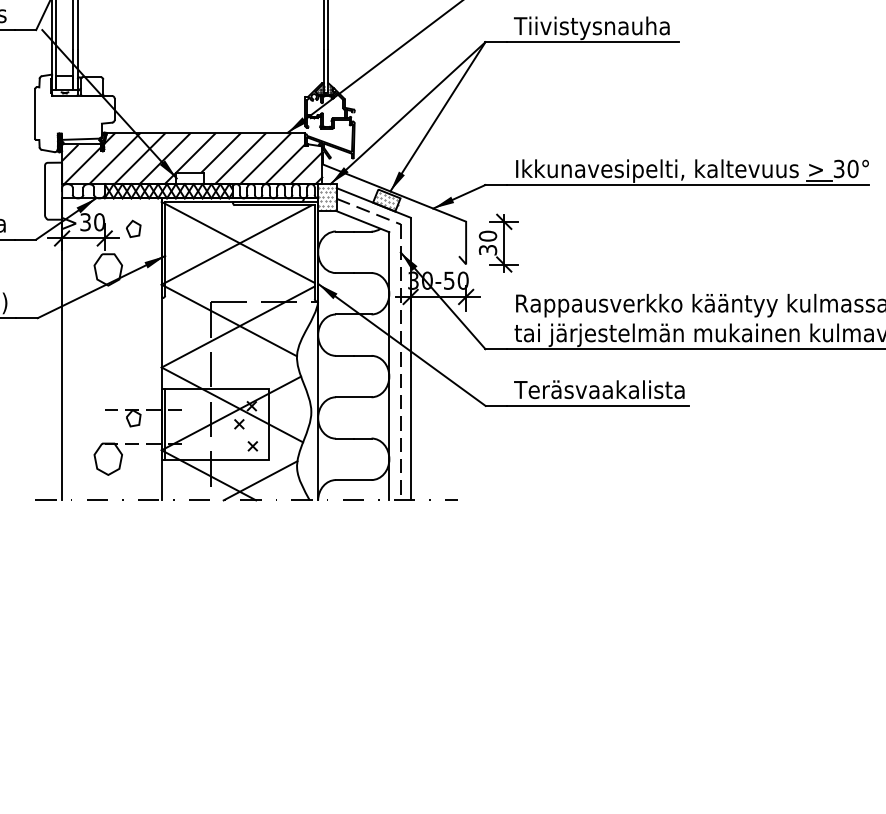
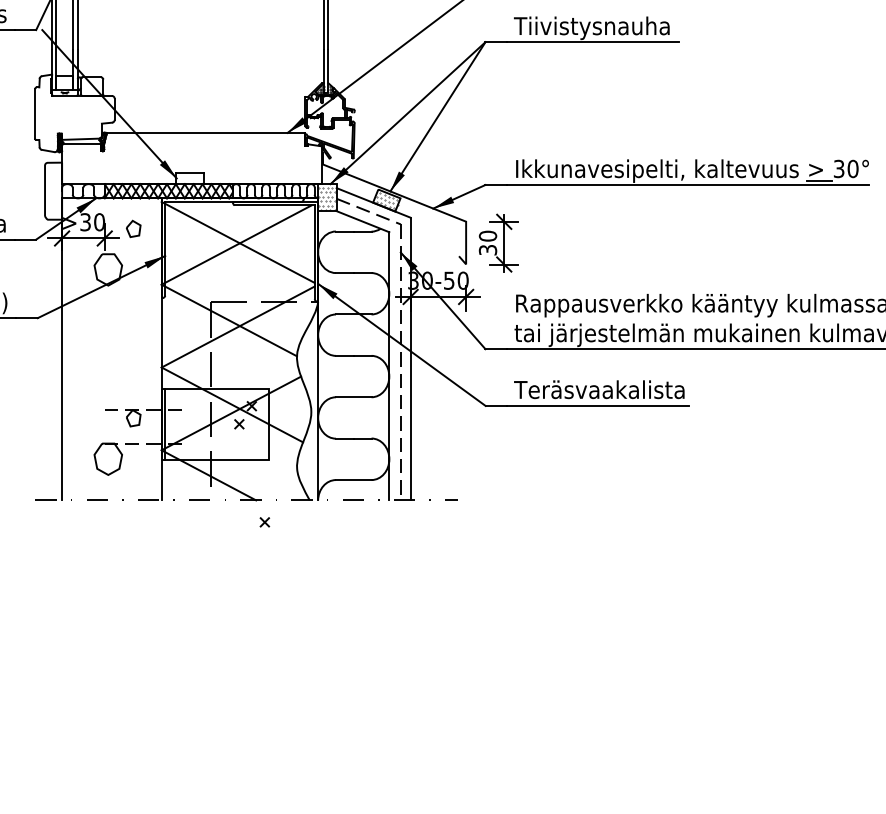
hatch at (192, 158): present -> none
part at (252, 446) position: (252, 446) -> (264, 522)
line at (260, 480): present -> none
